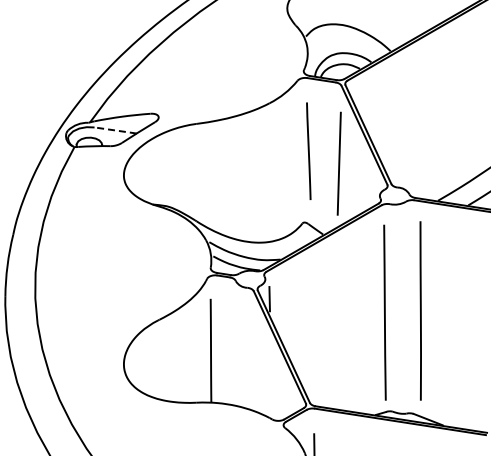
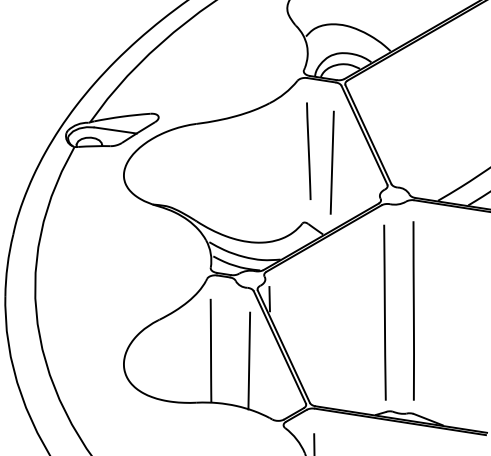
line at (115, 130): dashed -> solid
line at (338, 163) position: (338, 163) -> (331, 162)
line at (420, 310) position: (420, 310) -> (413, 310)
line at (249, 360): none -> present
